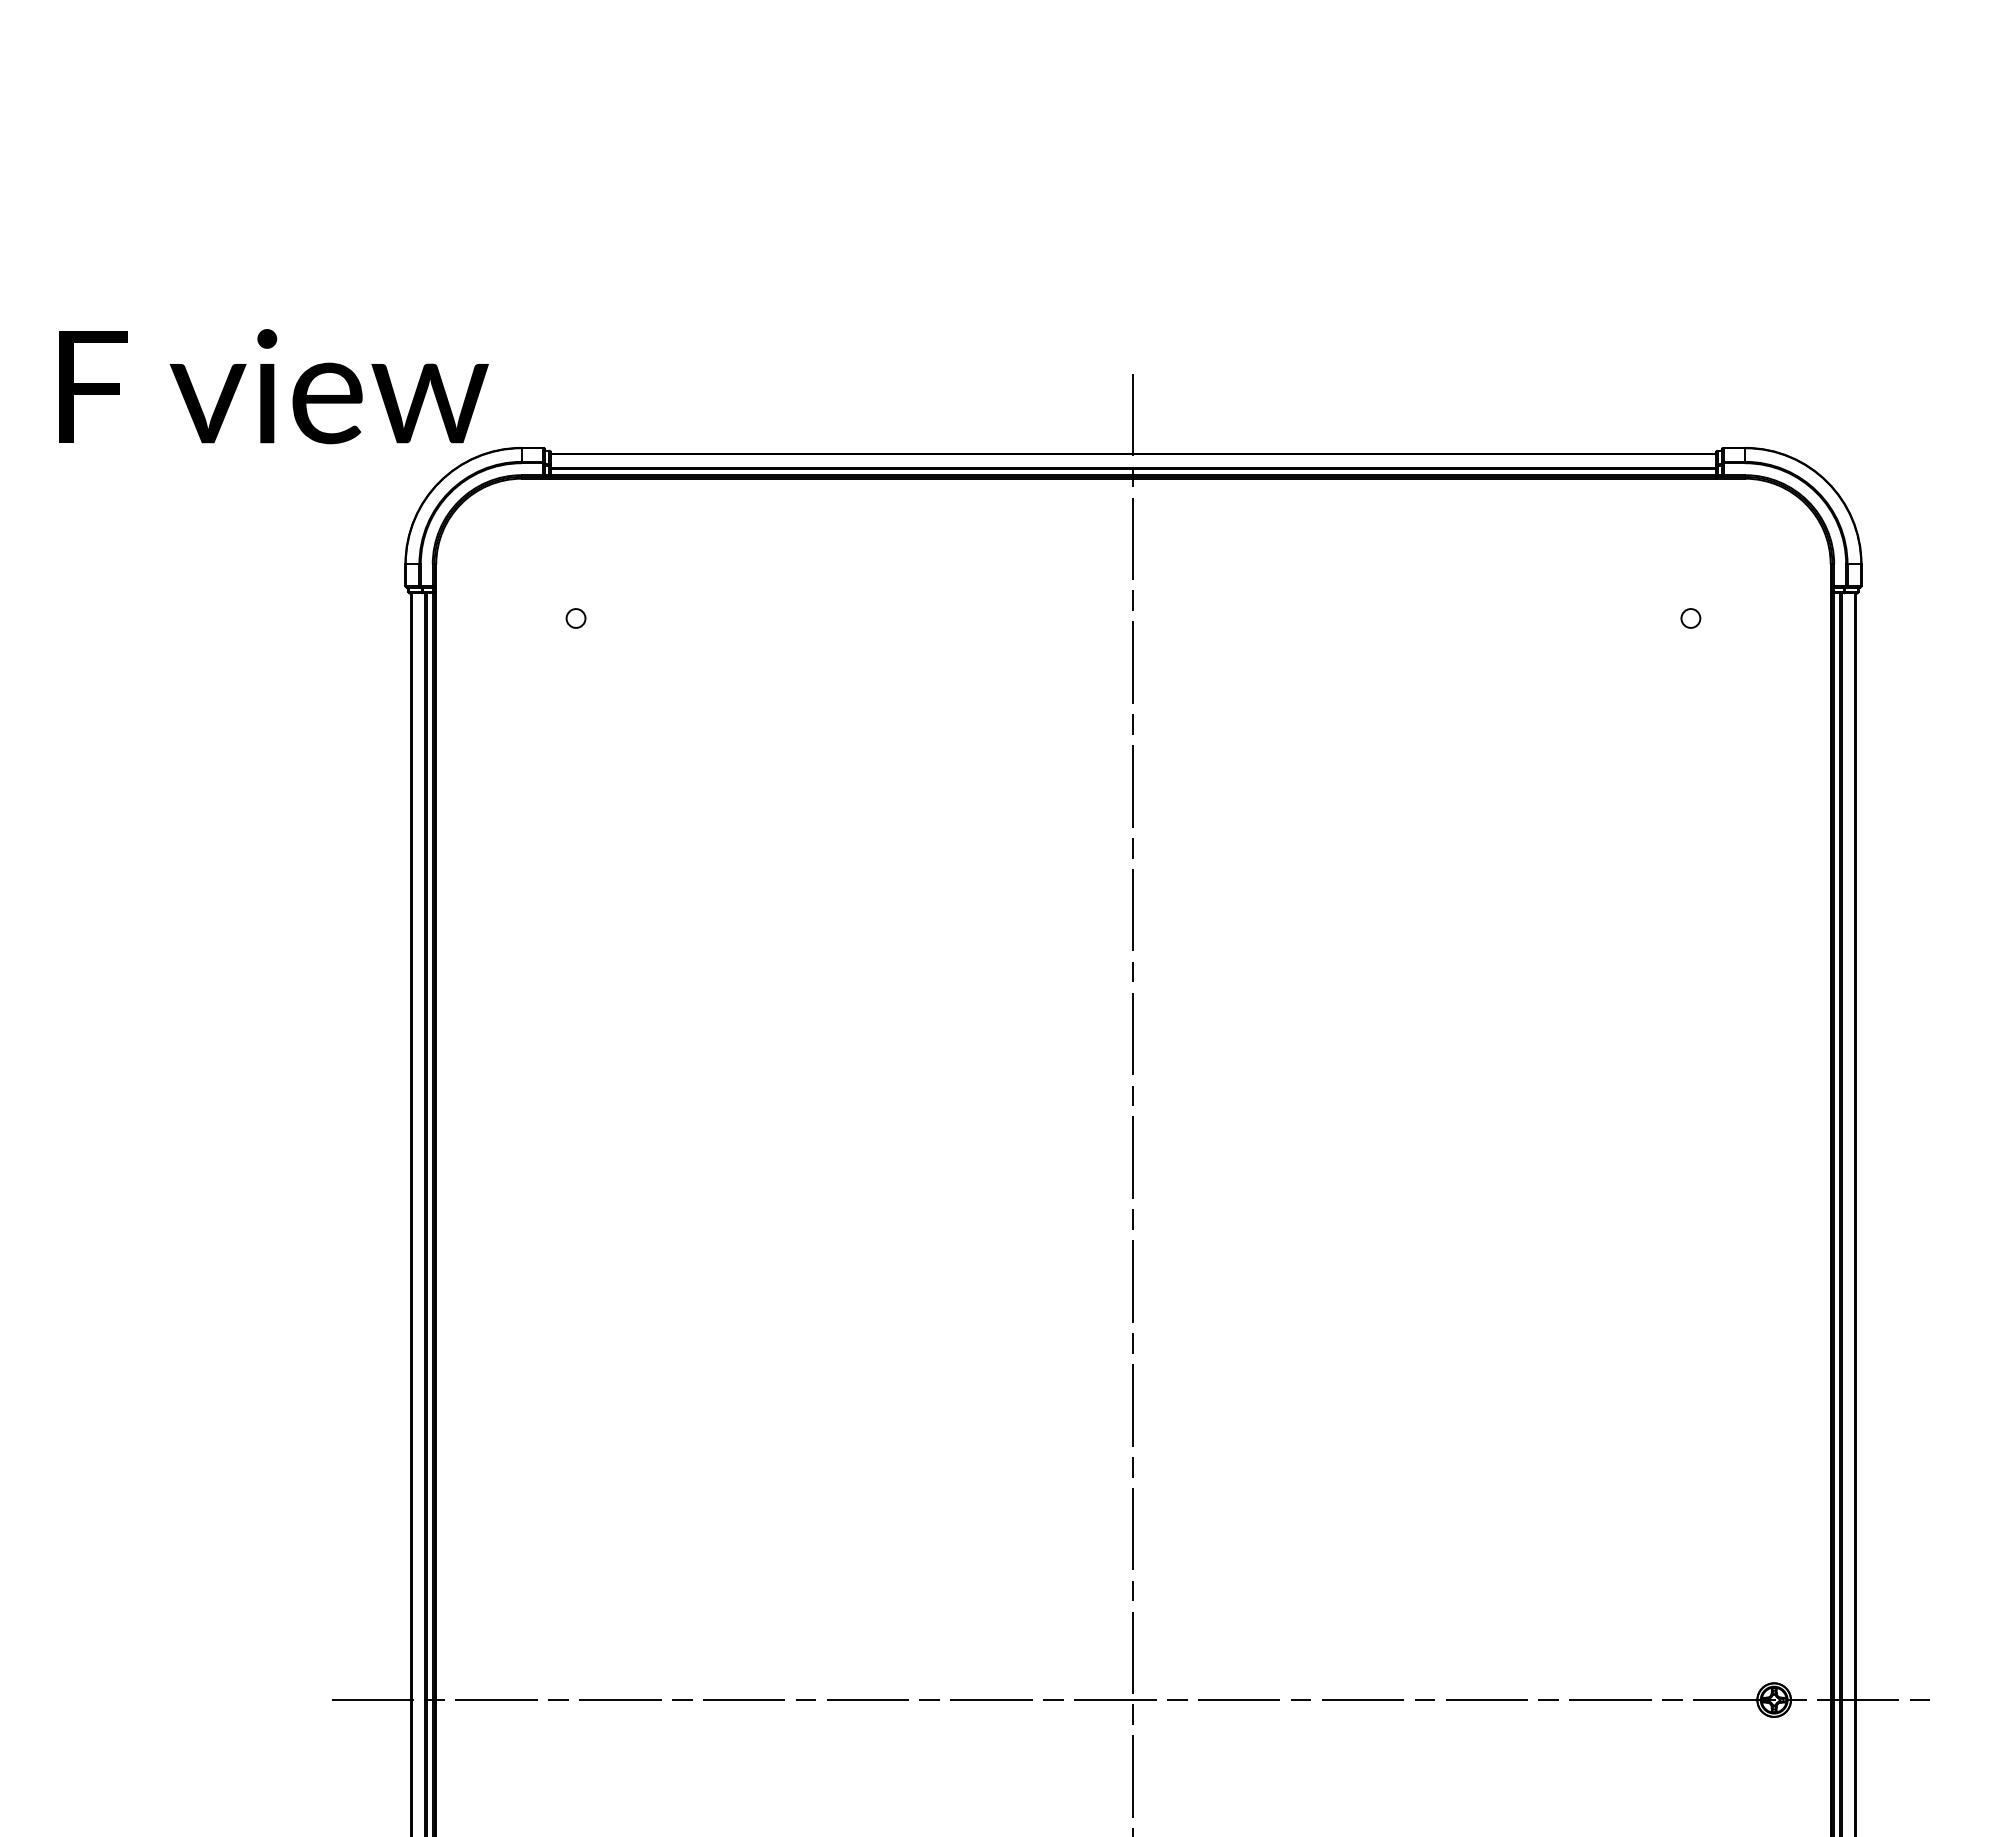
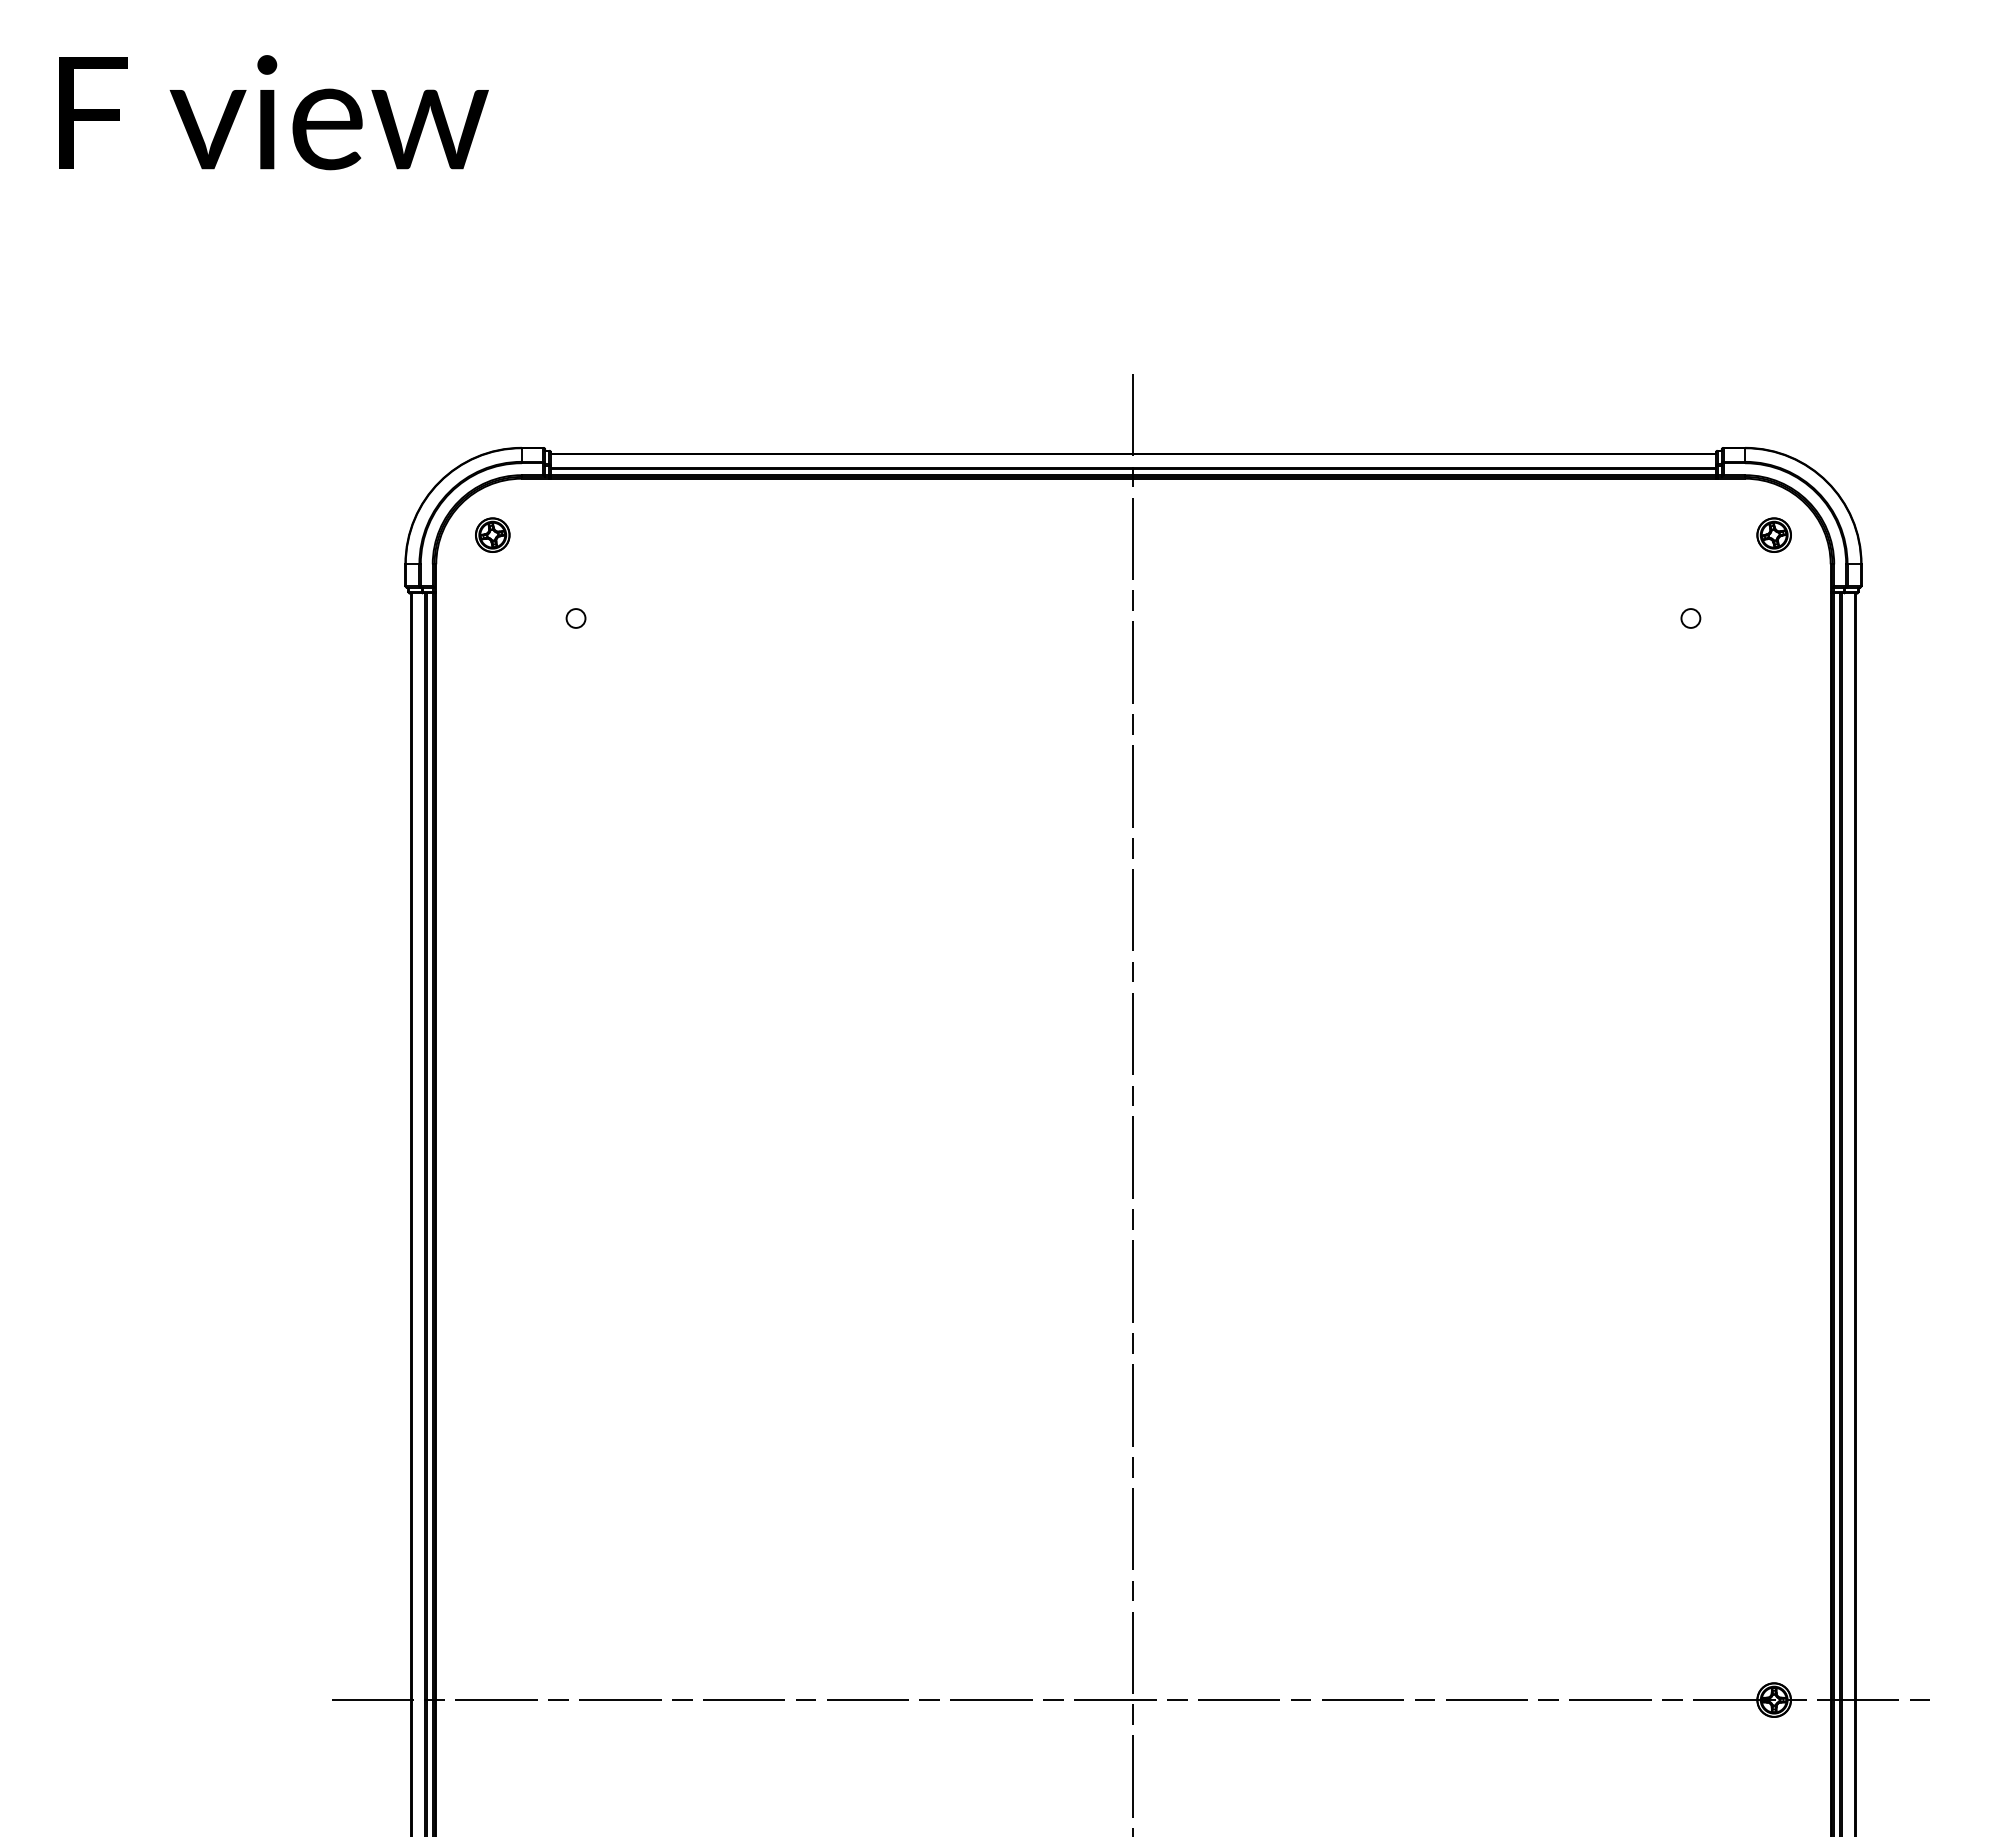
text at (273, 386) position: (273, 386) -> (273, 112)
part at (492, 534): none -> present
part at (1773, 534): none -> present
